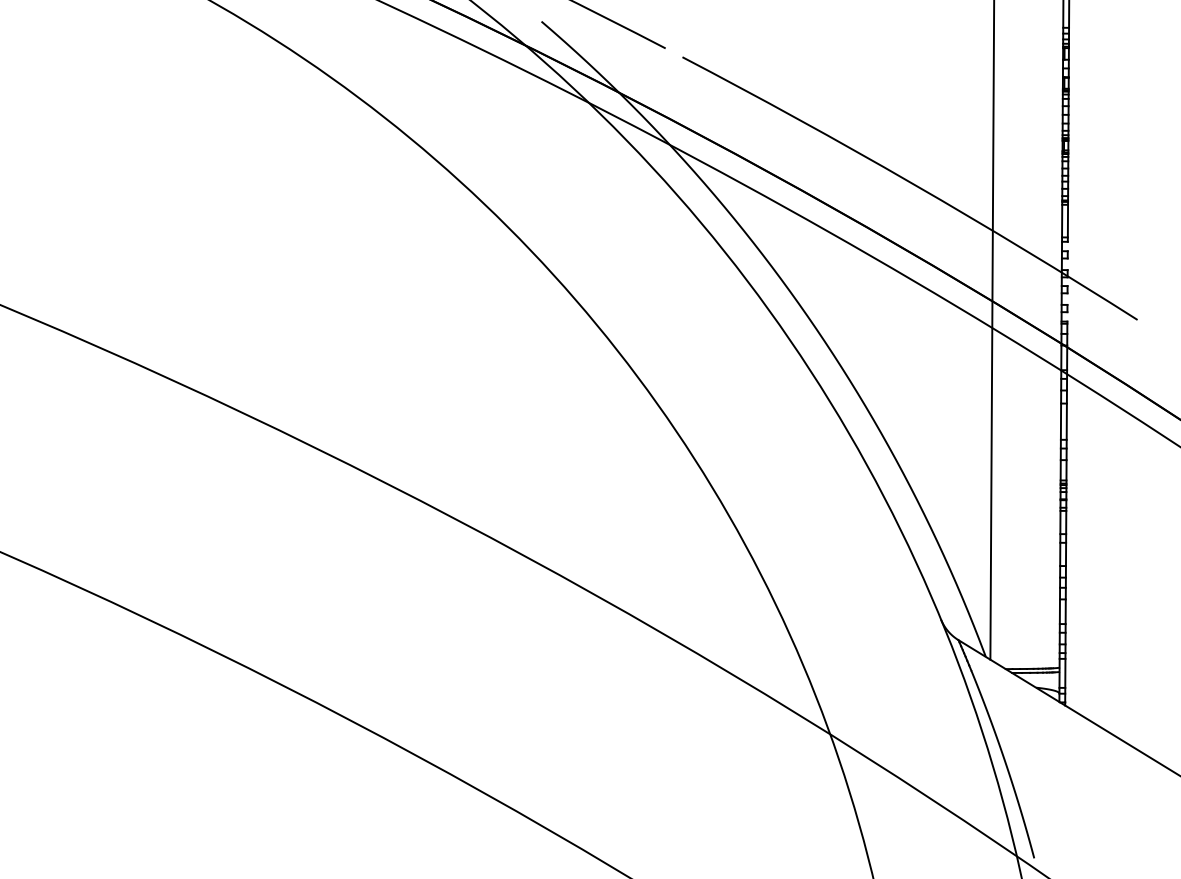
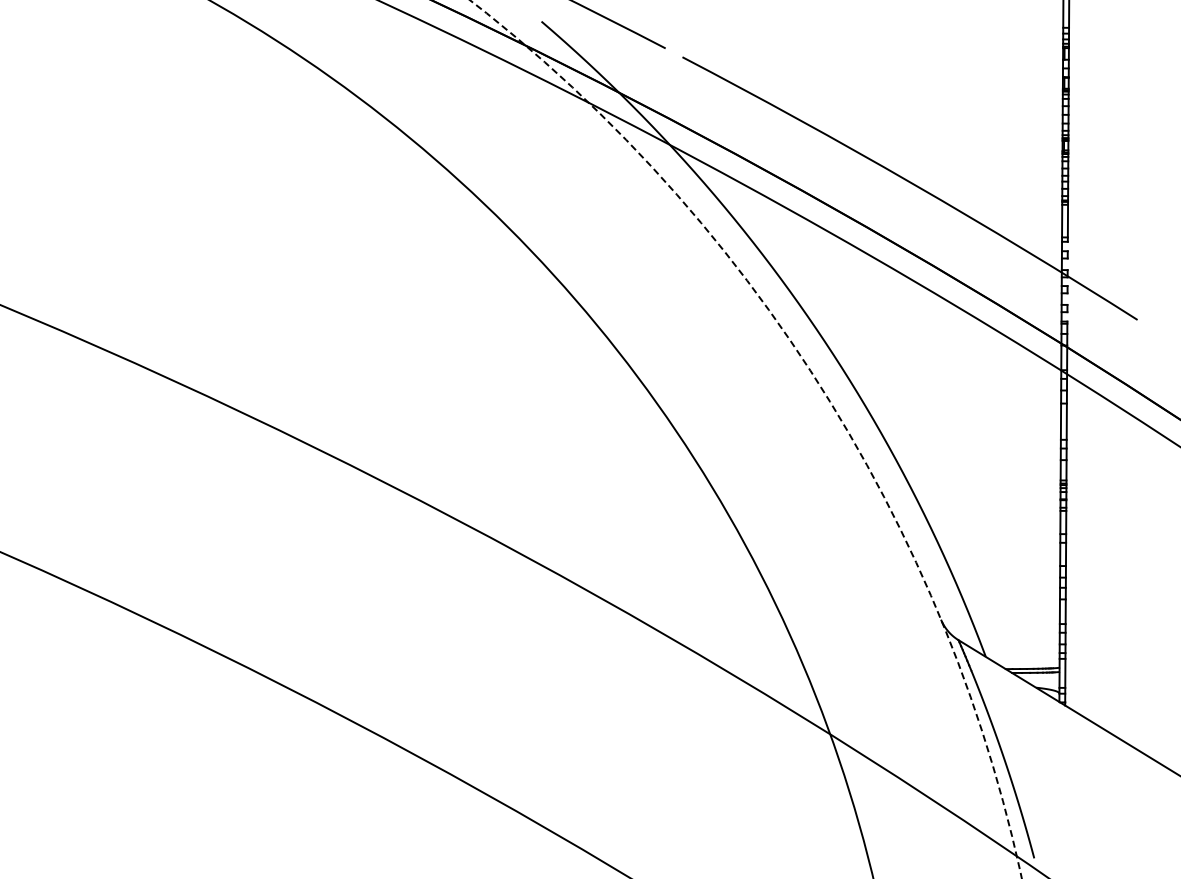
line at (992, 330): present -> none
arc at (823, 391): solid -> dashed
